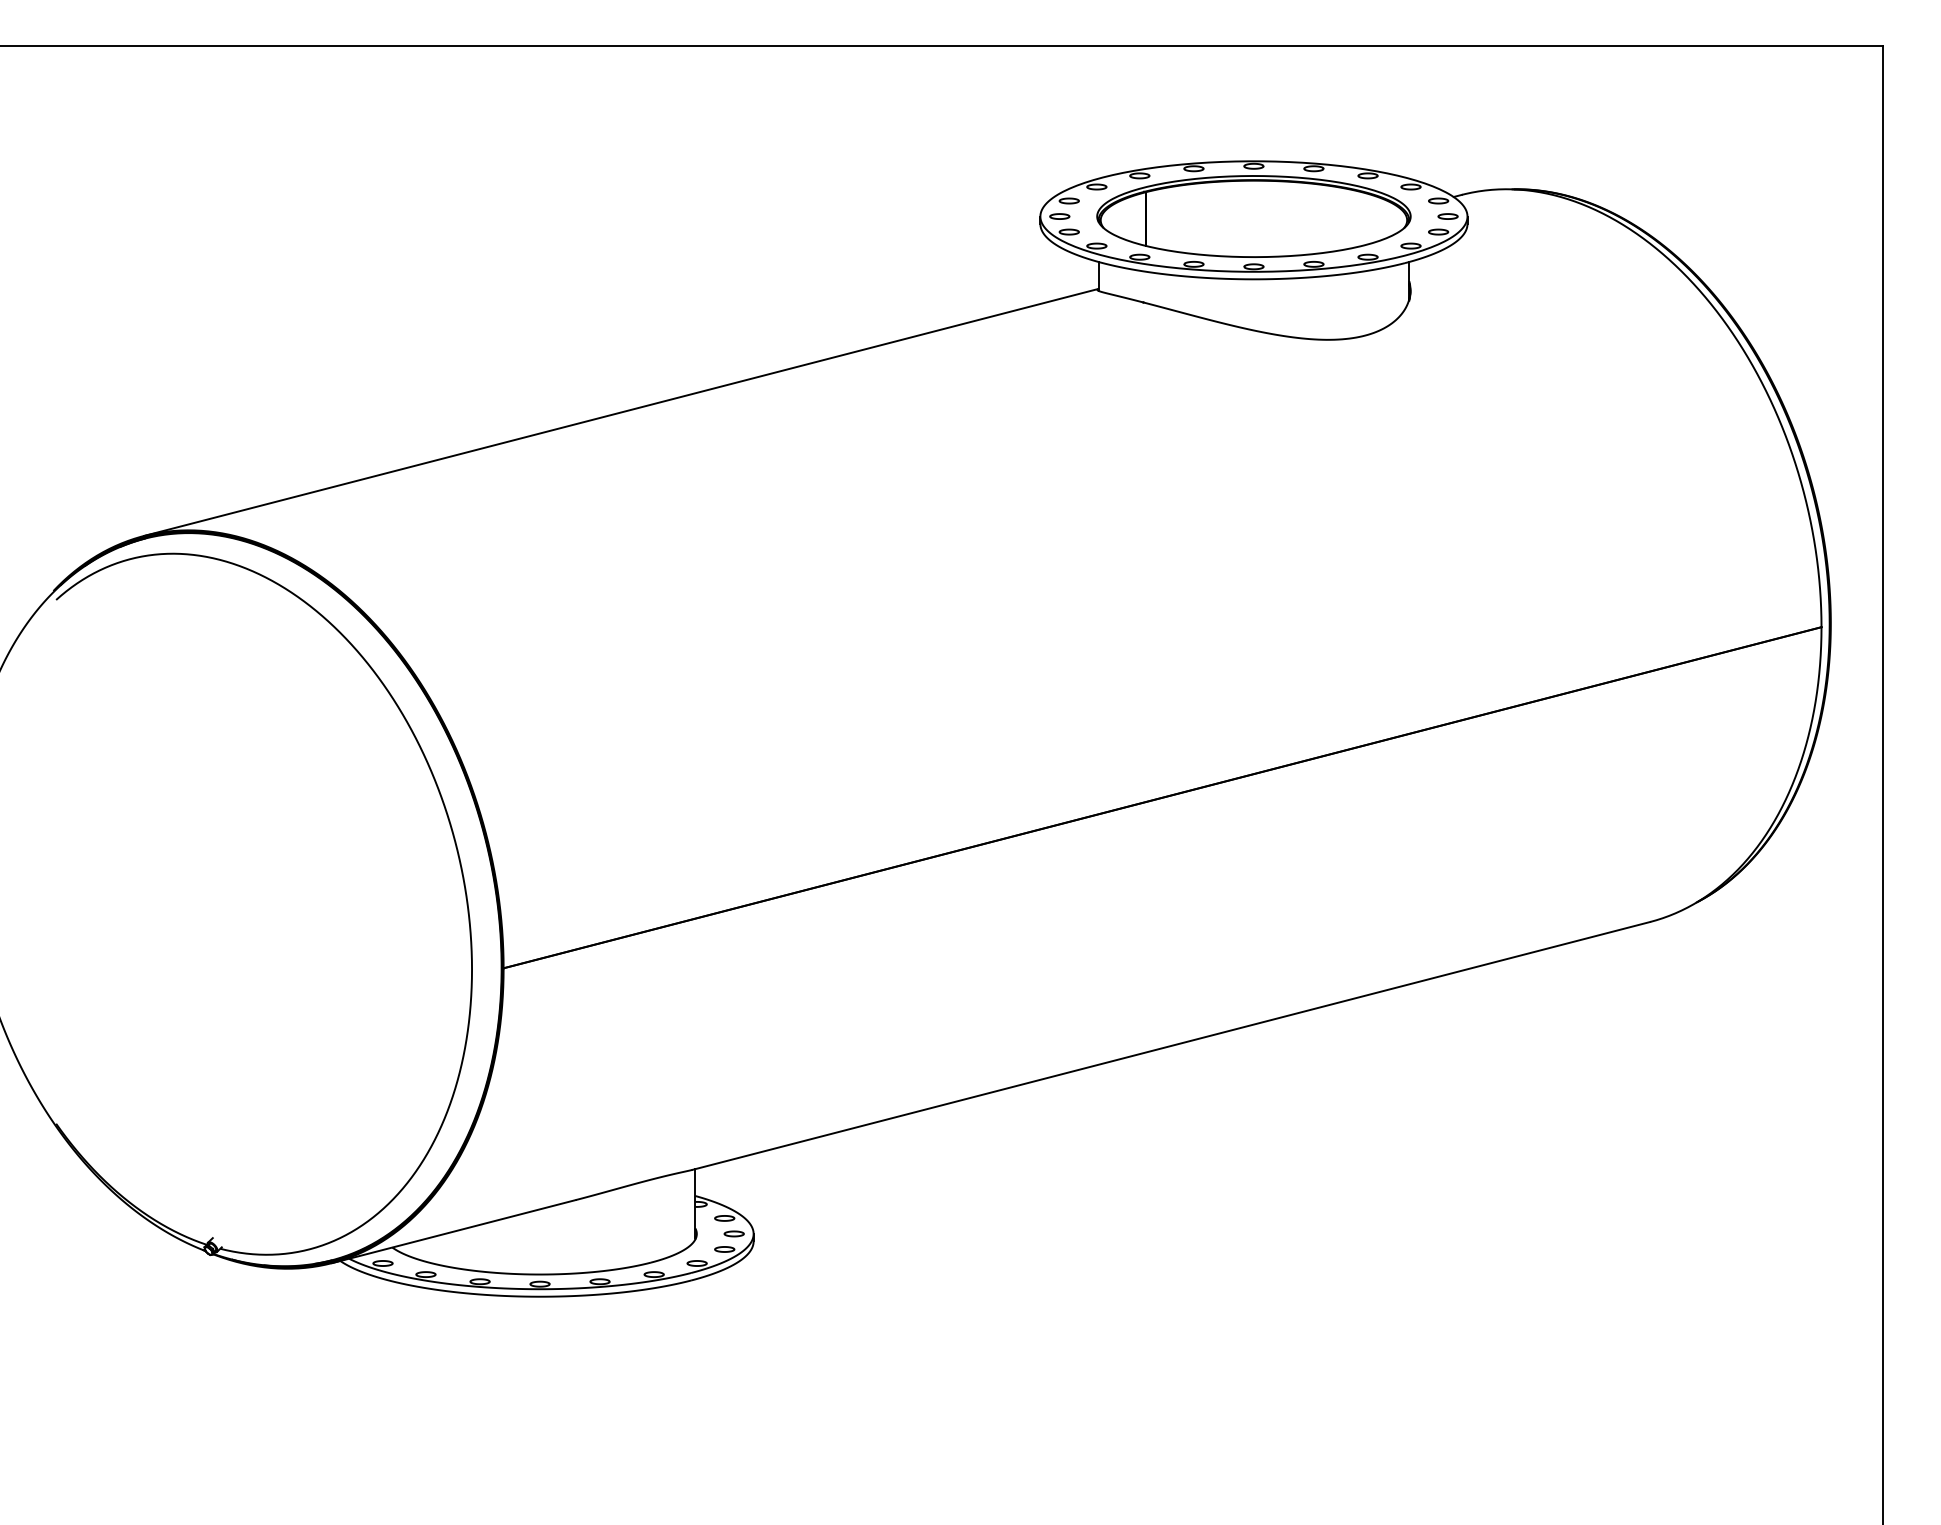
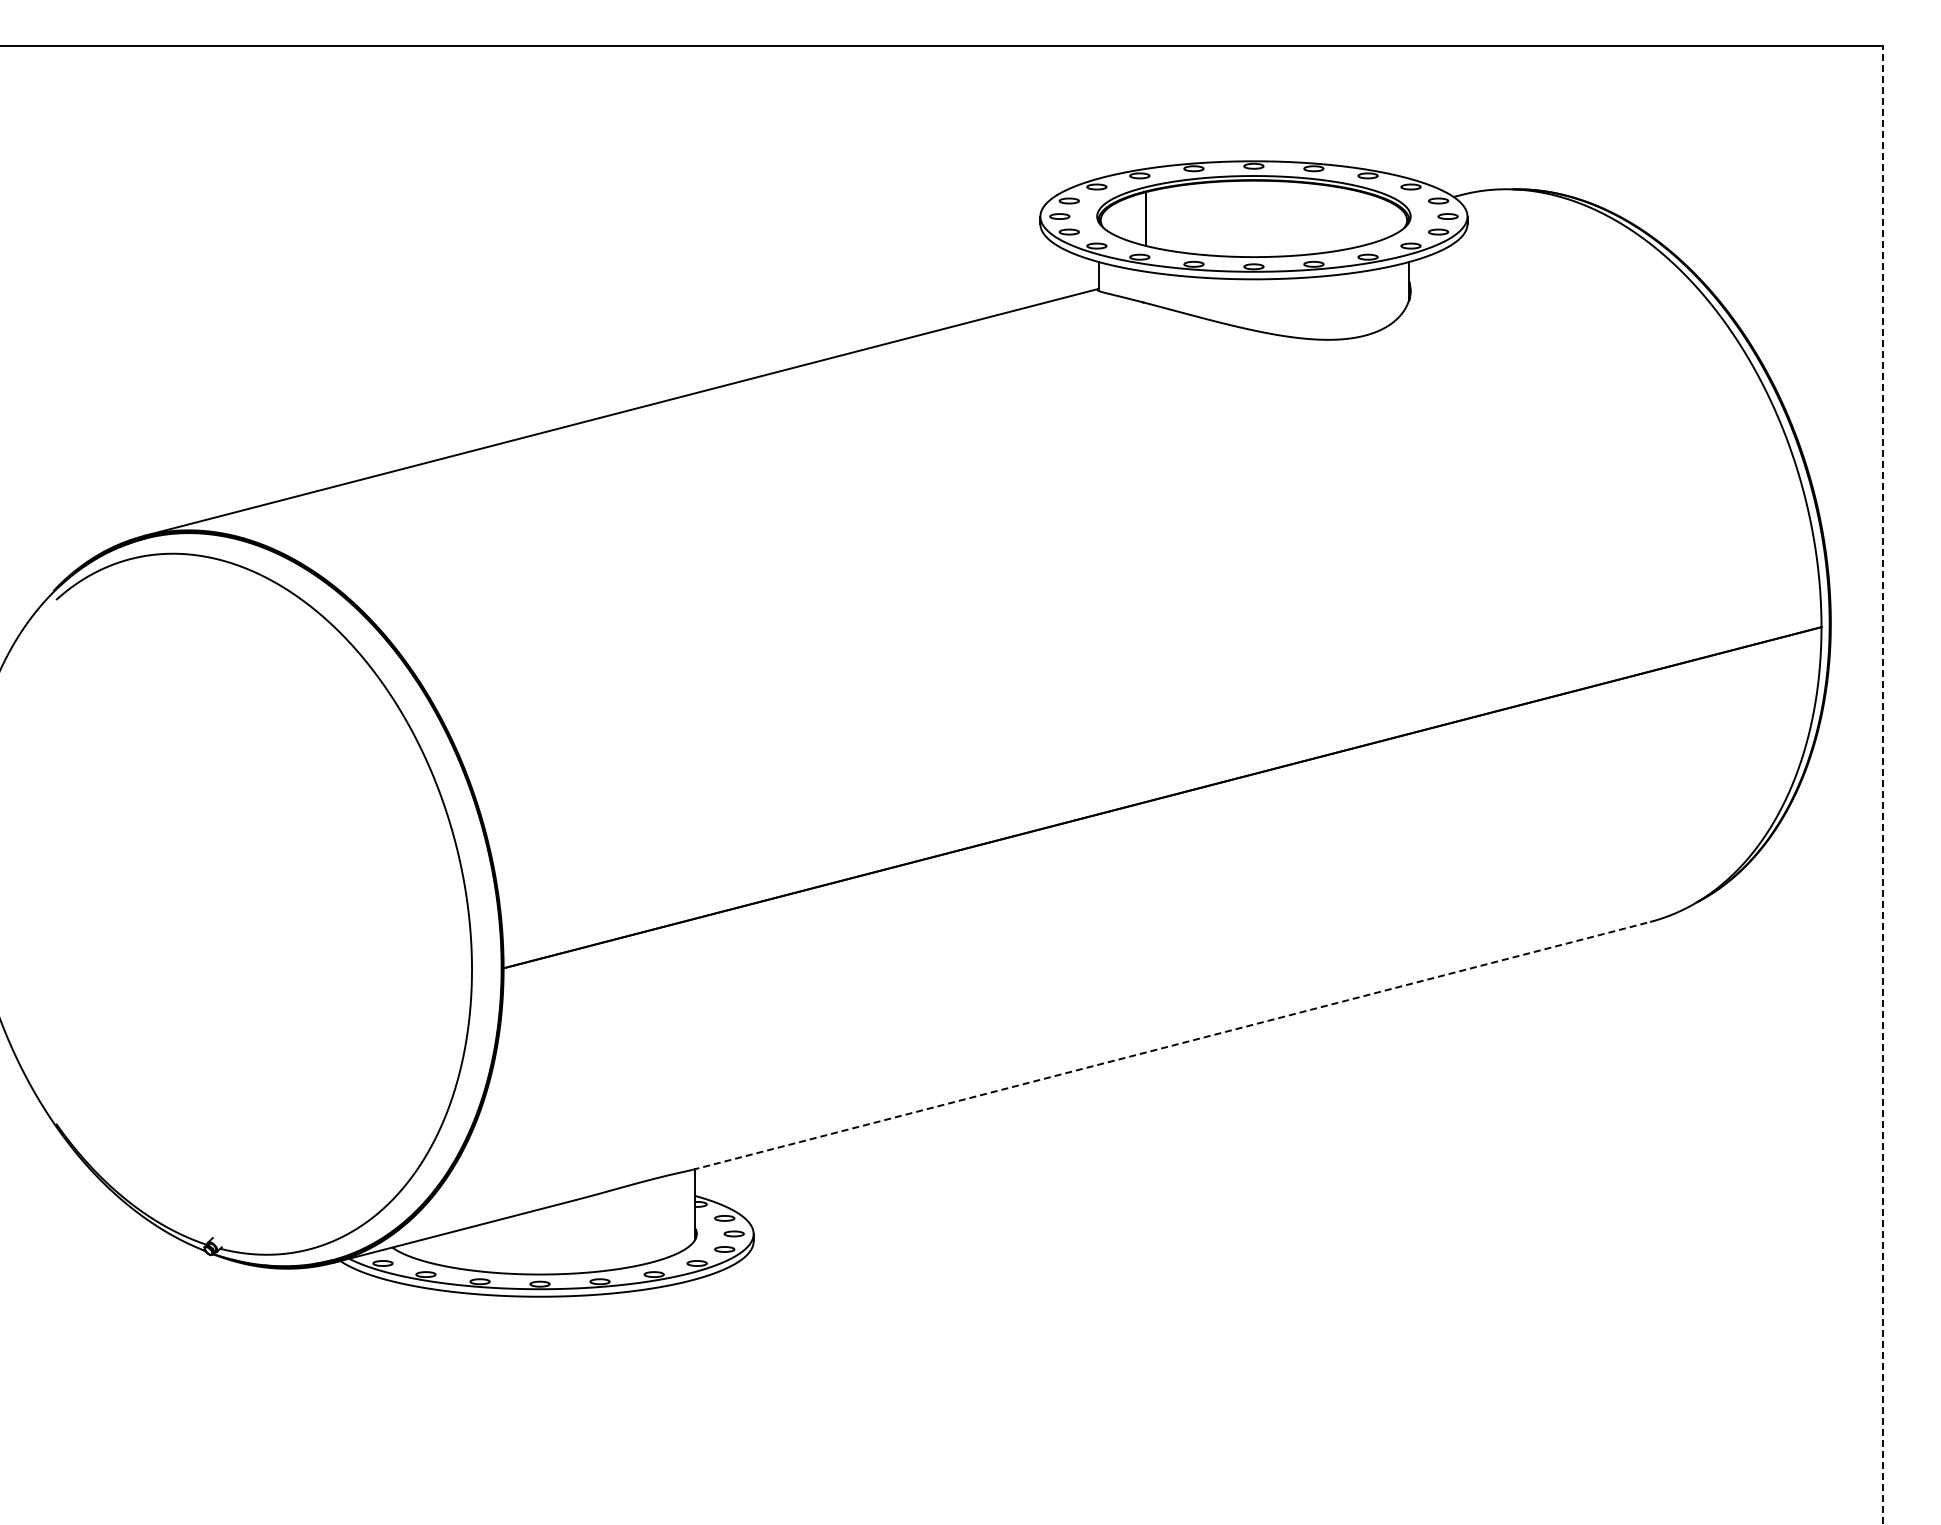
line at (1882, 784): solid -> dashed
line at (1171, 1045): solid -> dashed
